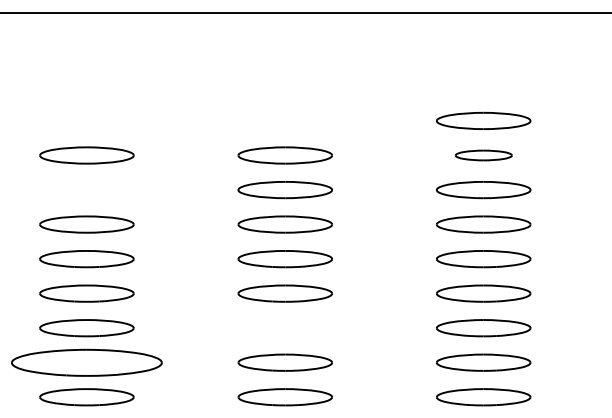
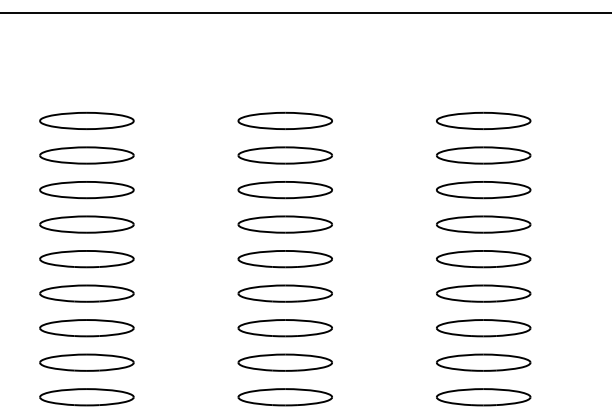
part at (86, 120): none -> present
part at (284, 120): none -> present
part at (483, 155) size: 59x13 px -> 96x19 px
part at (86, 190): none -> present
part at (284, 328): none -> present
part at (86, 362) size: 152x29 px -> 96x19 px
